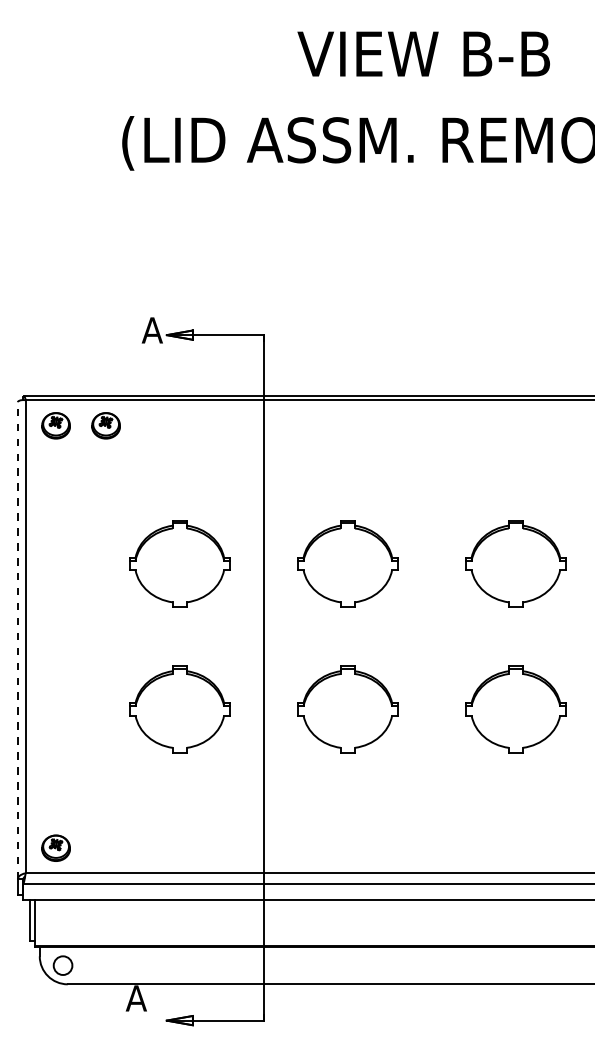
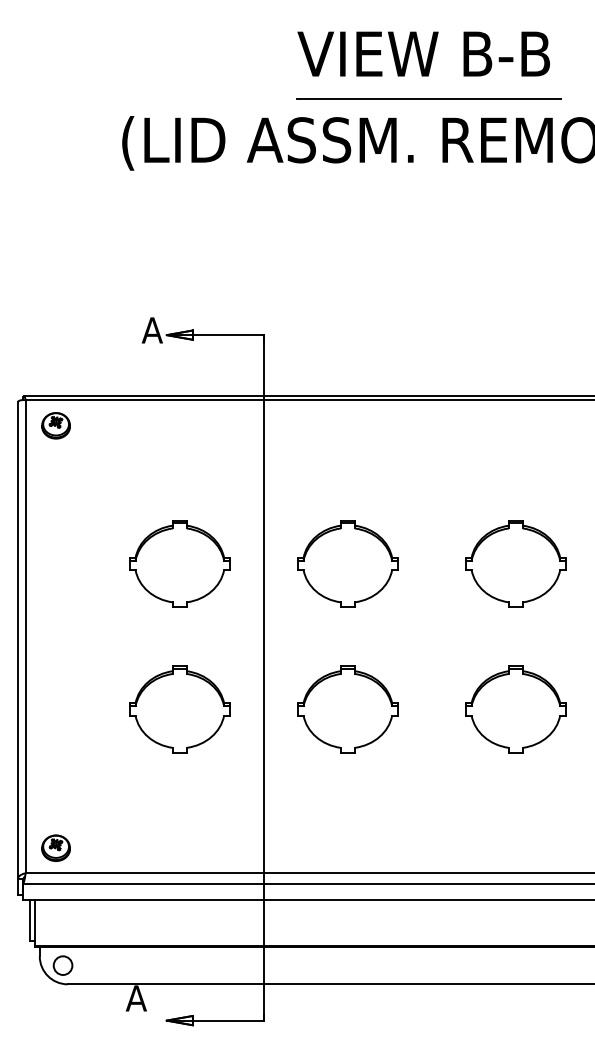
line at (429, 99): none -> present
part at (105, 425): present -> none
line at (17, 640): dashed -> solid
